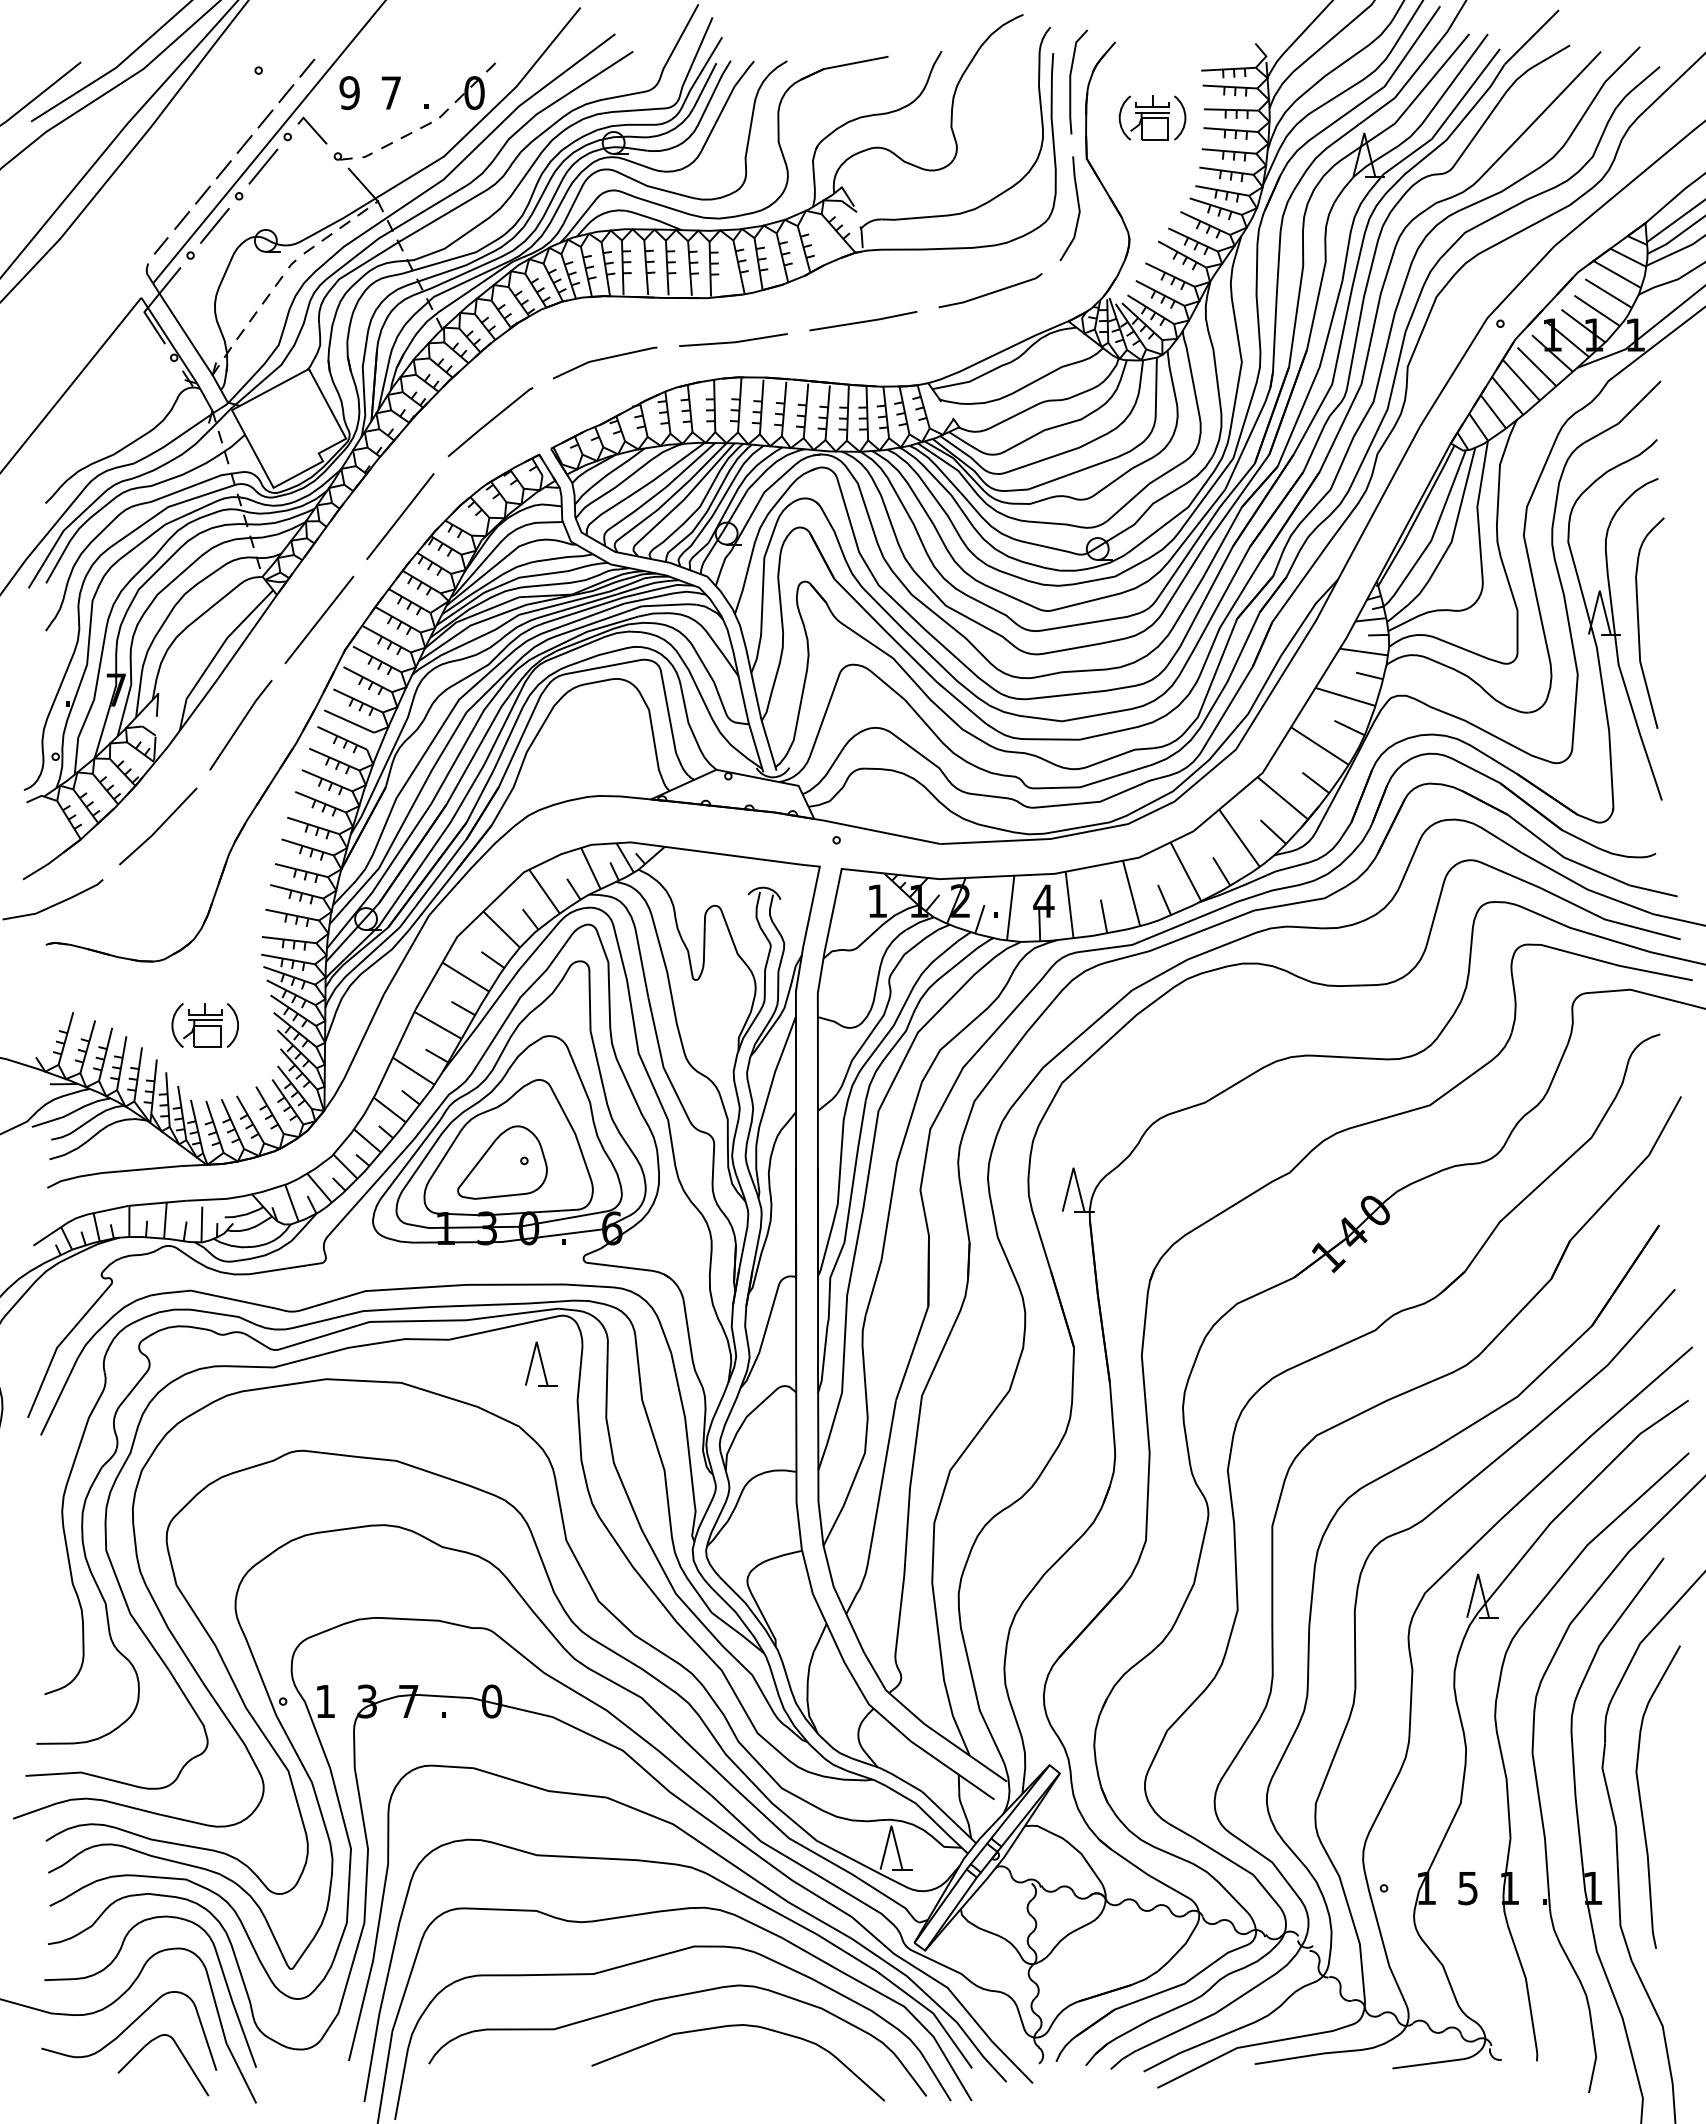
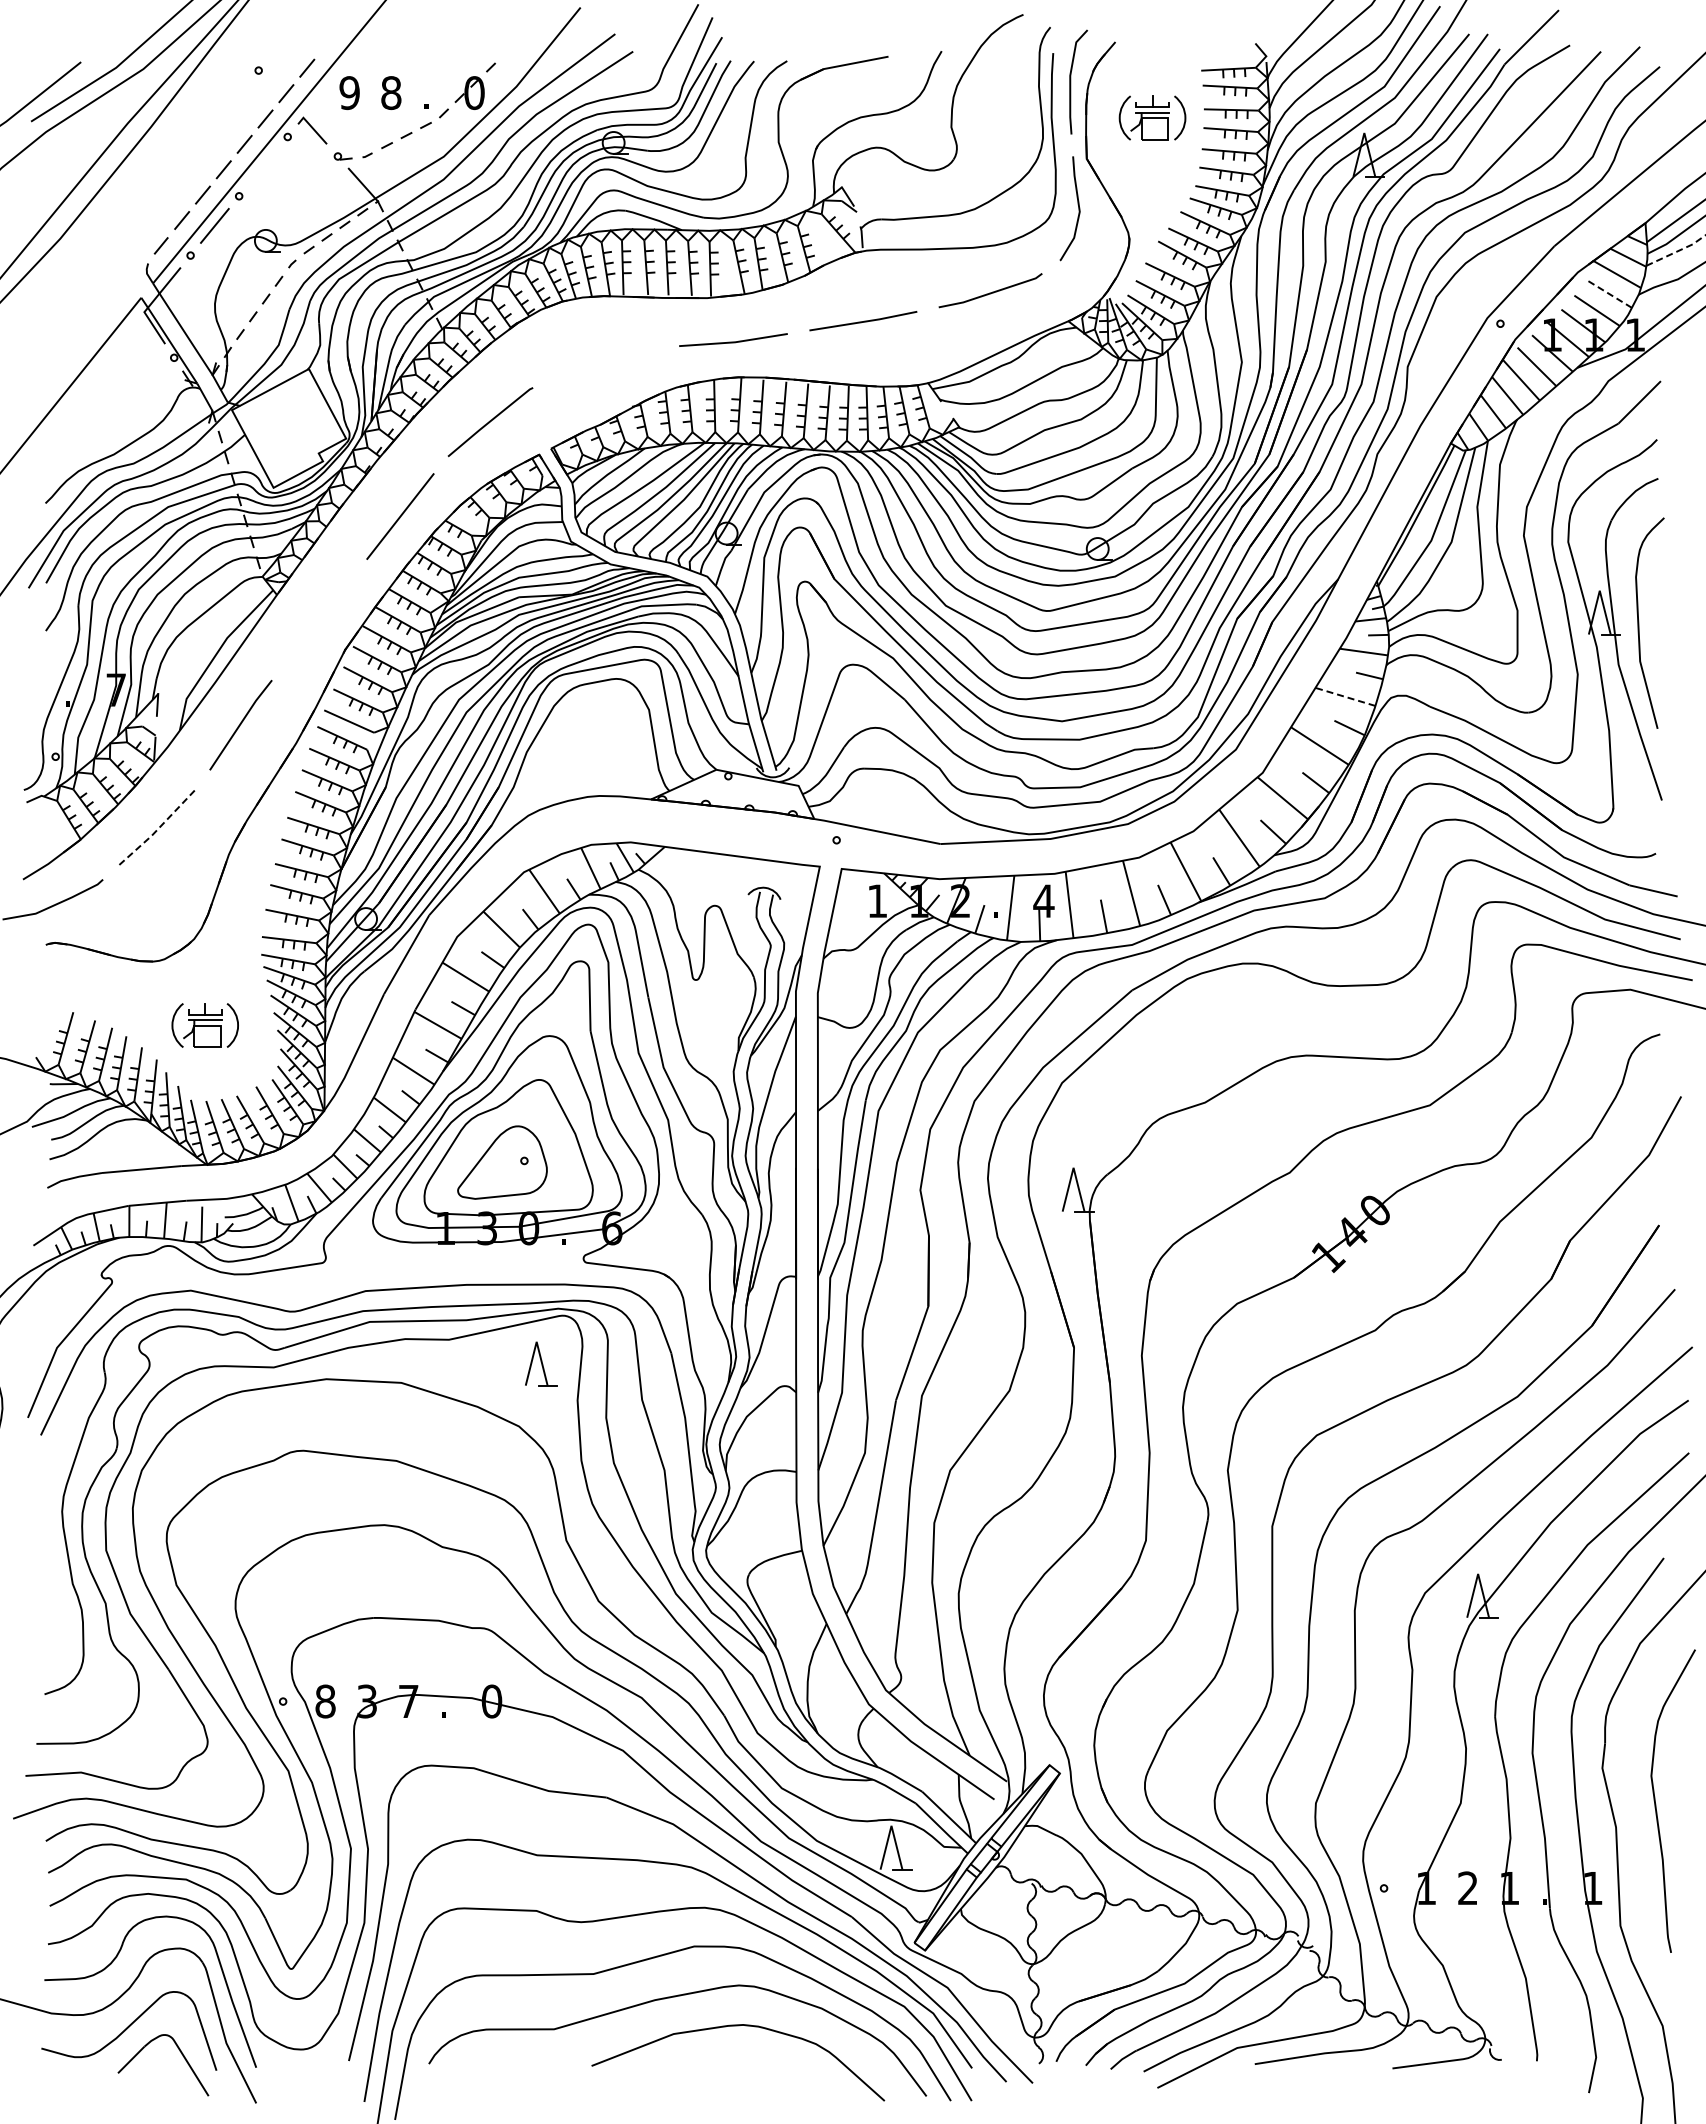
text at (391, 93): 7 -> 8
line at (263, 166): present -> none
line at (1677, 251): solid -> dashed
line at (1608, 293): solid -> dashed
line at (605, 359): present -> none
line at (319, 619): present -> none
line at (1344, 696): solid -> dashed
line at (159, 827): solid -> dashed
text at (325, 1701): 1 -> 8
curve at (1641, 1800) position: (1641, 1800) -> (1656, 1804)
text at (1467, 1888): 5 -> 2
